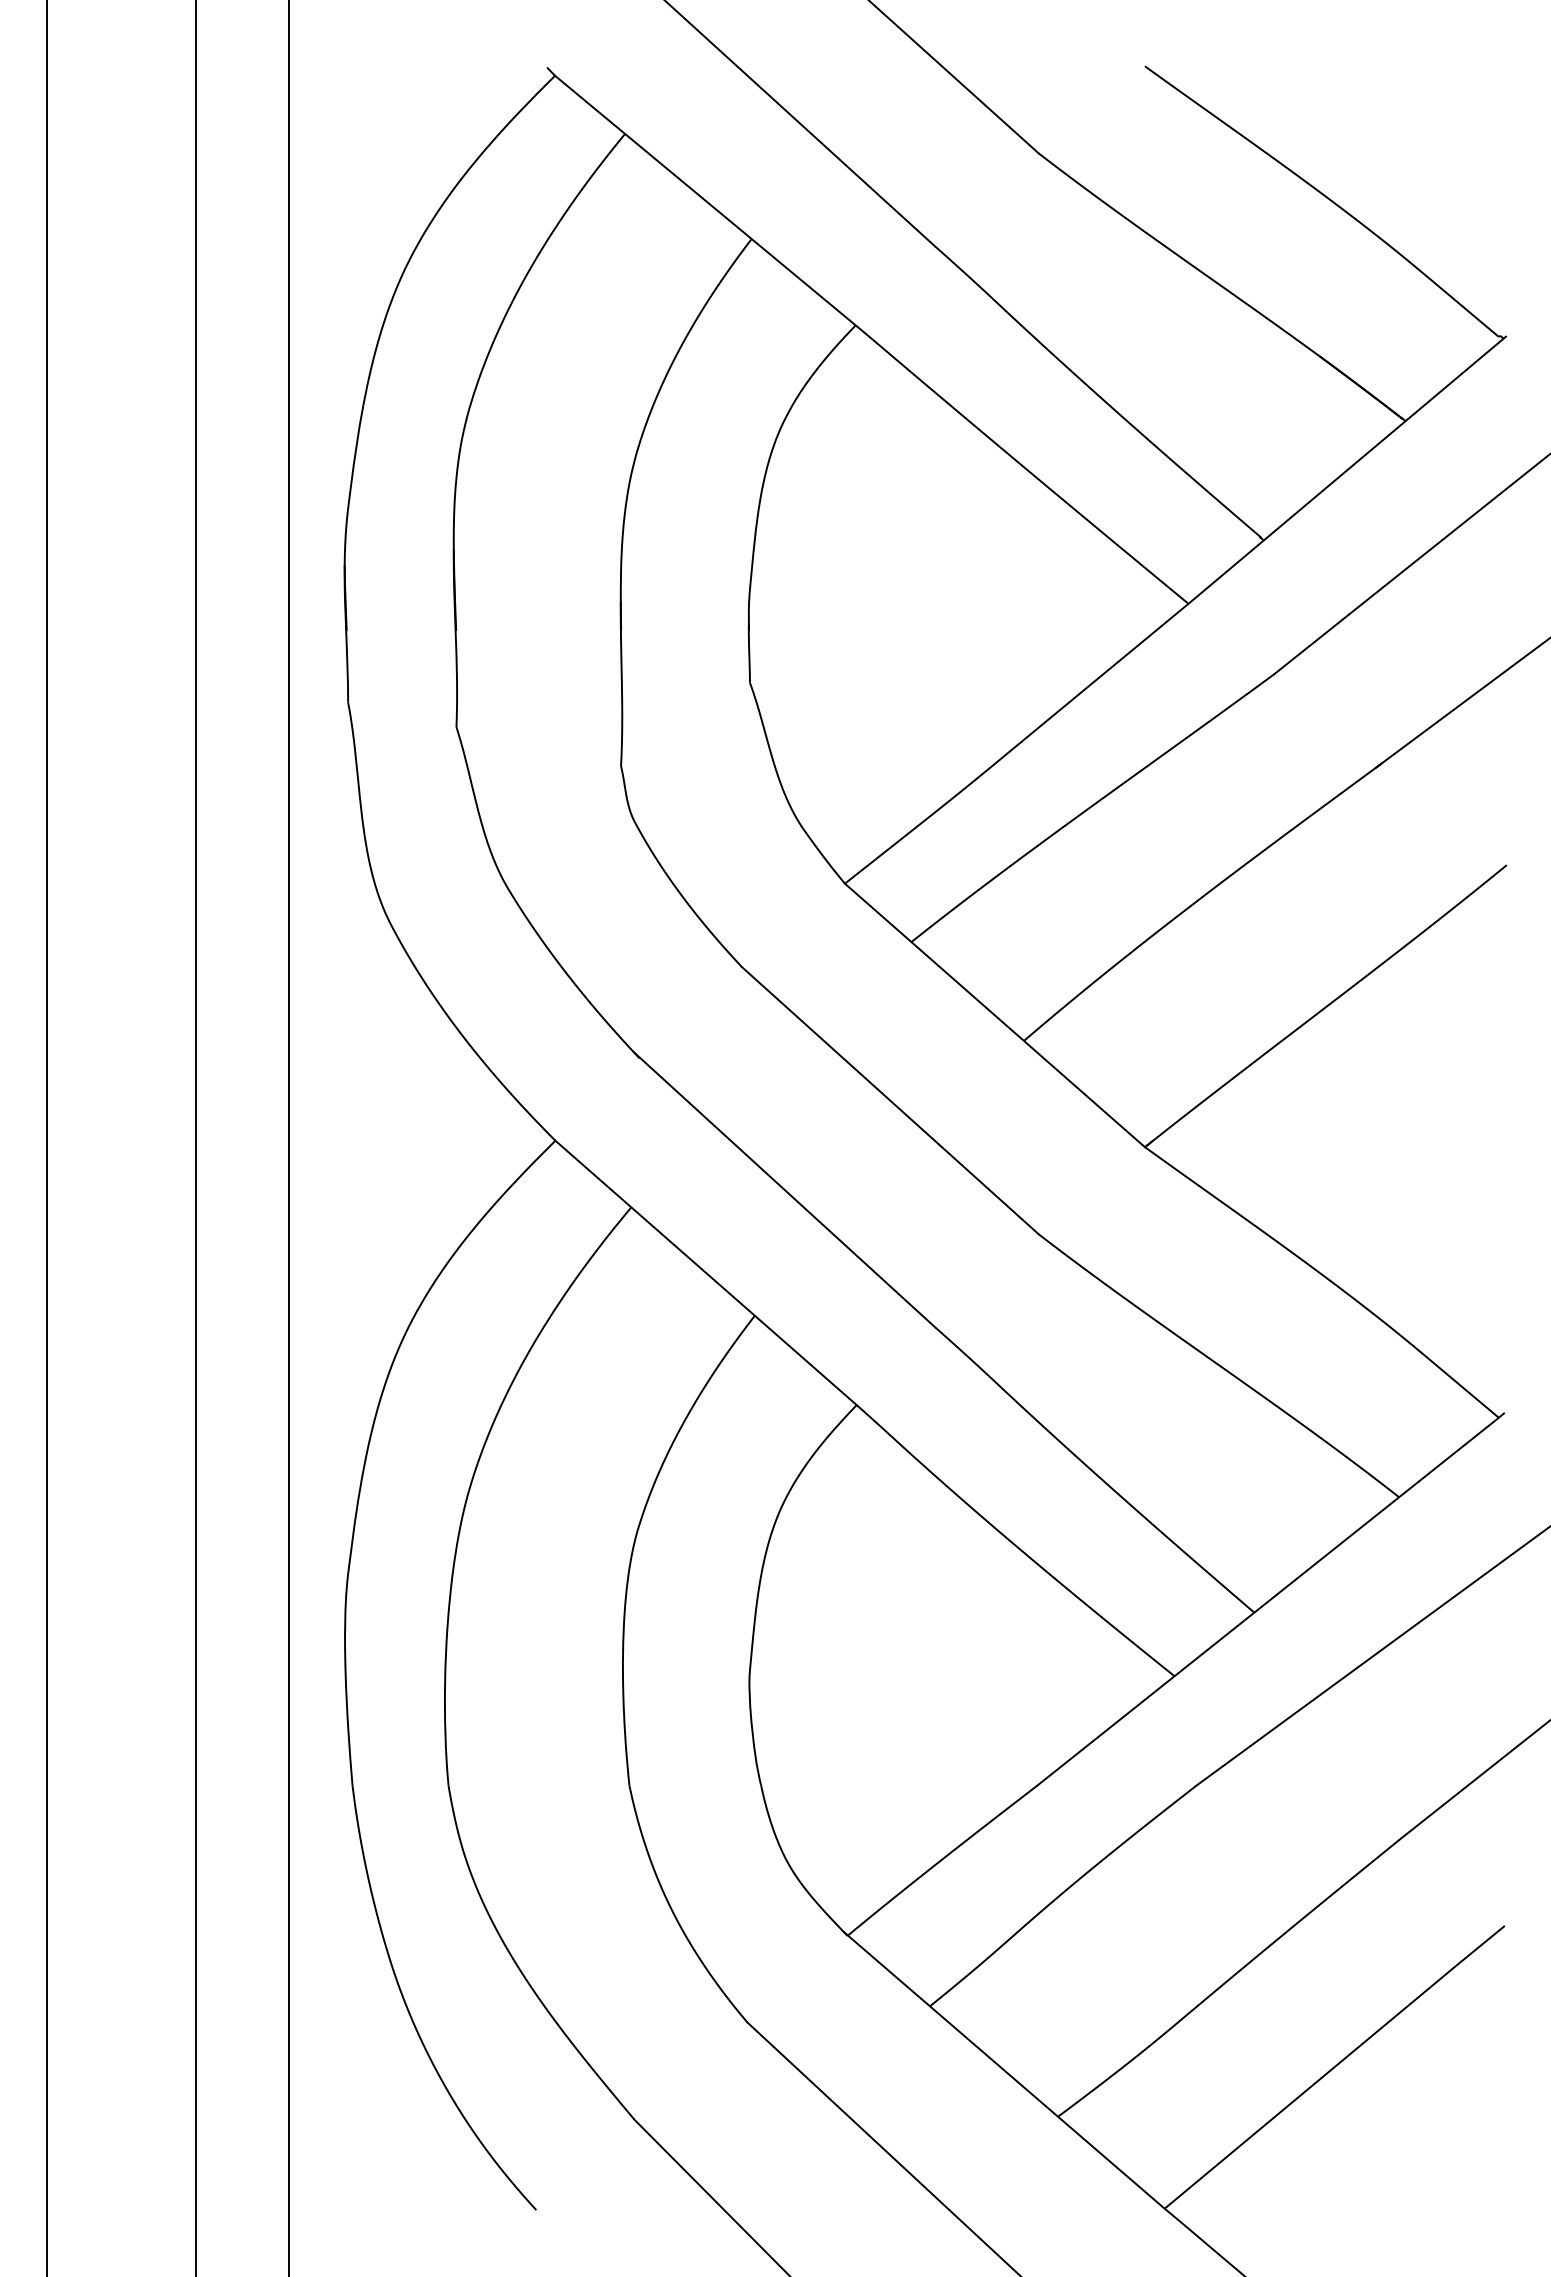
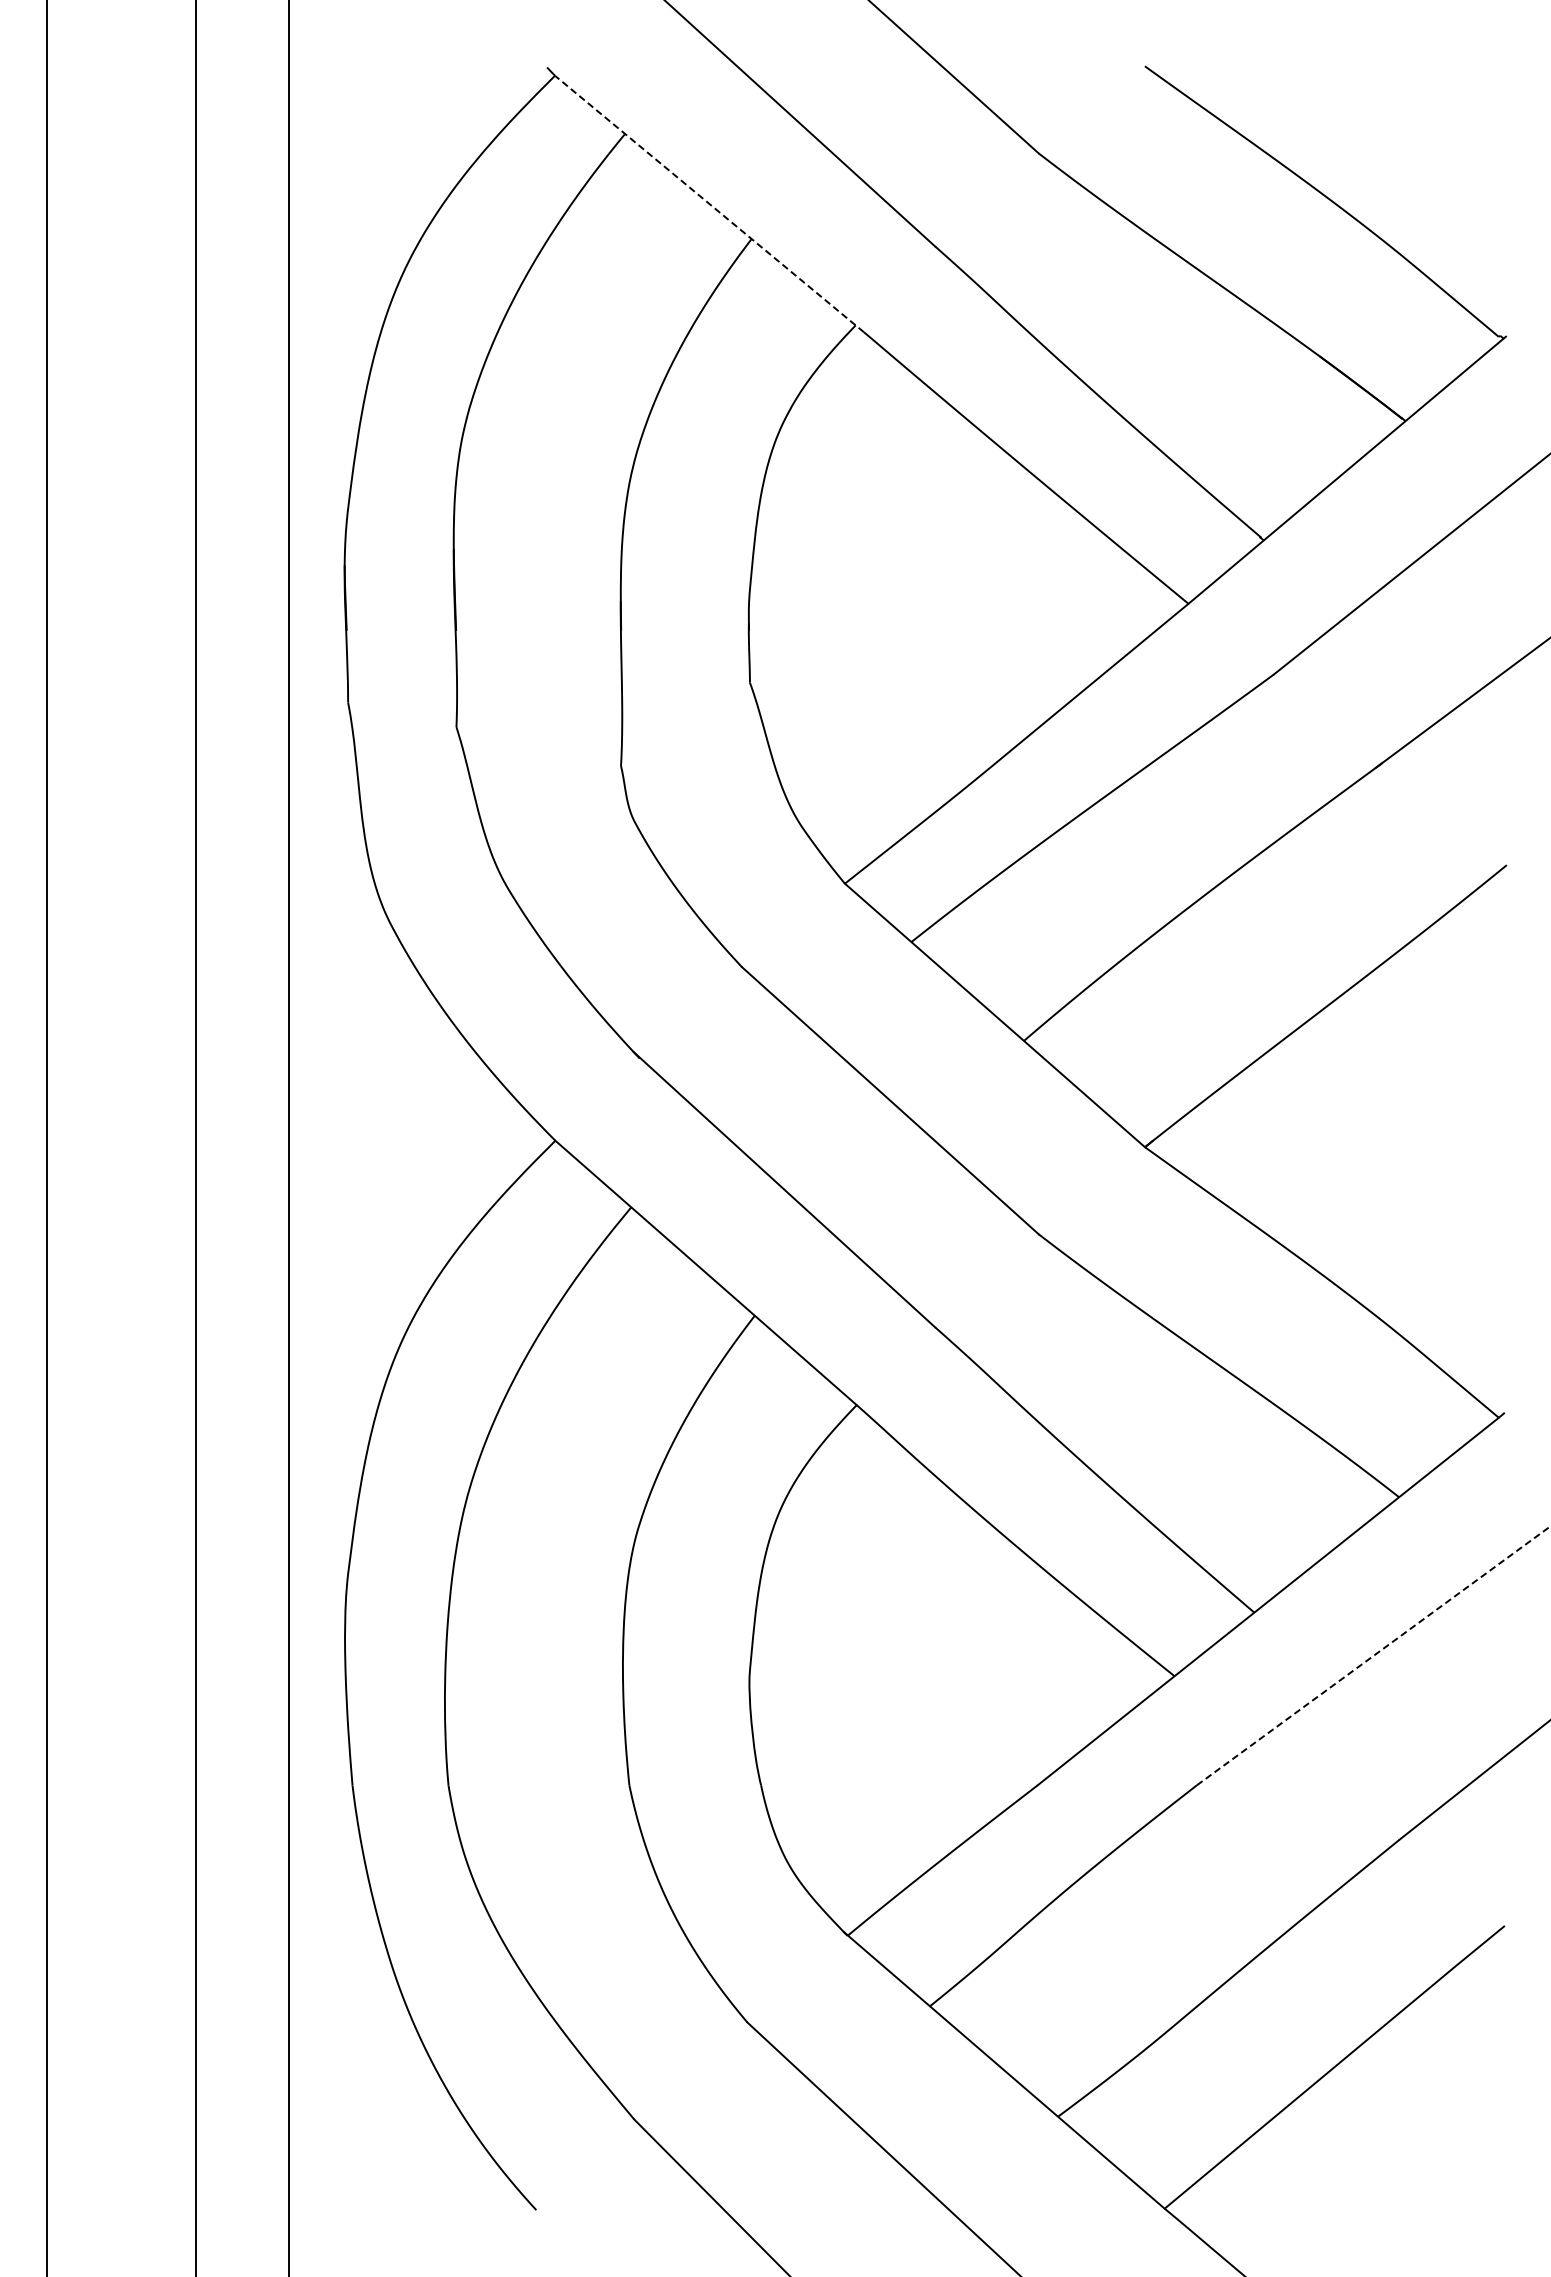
line at (709, 204): solid -> dashed
line at (1374, 1655): solid -> dashed
